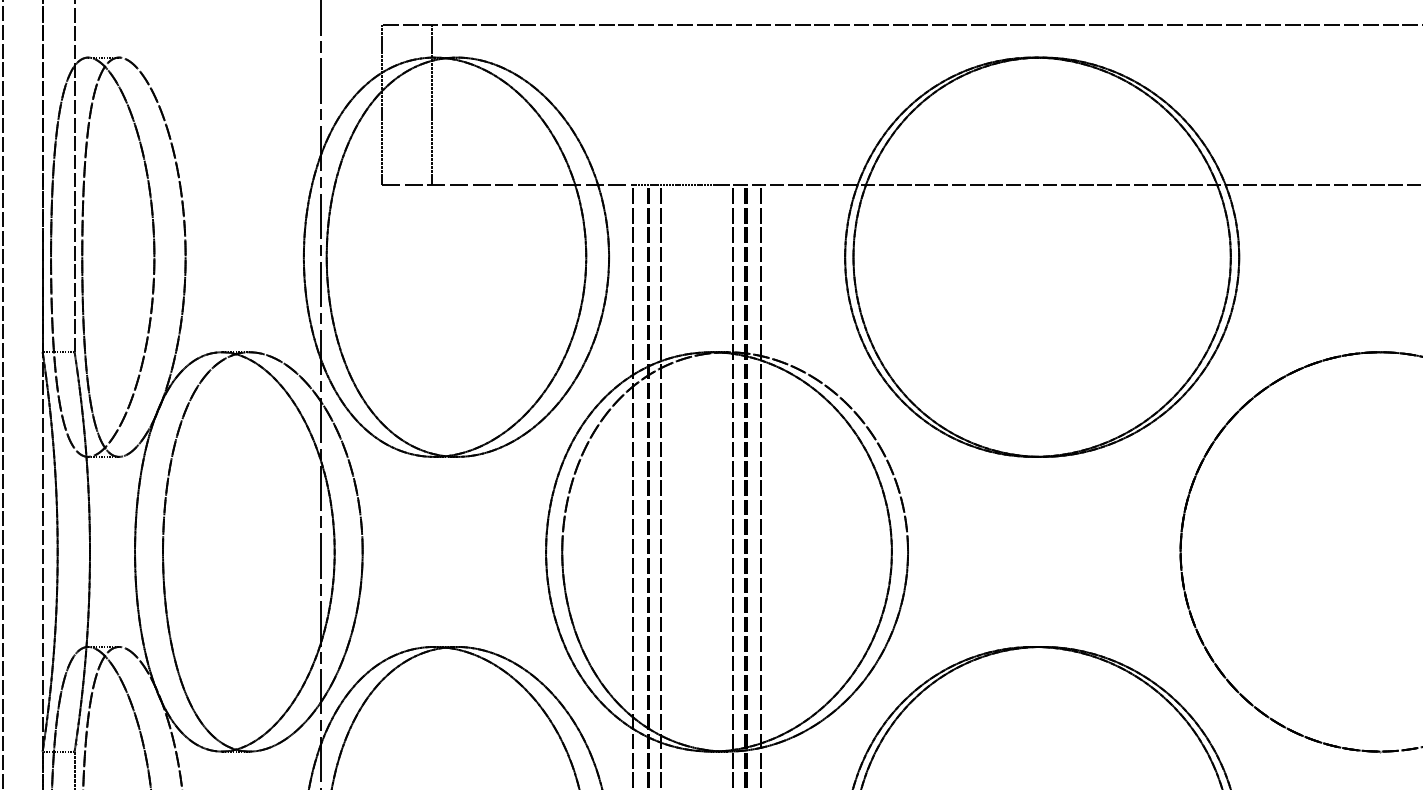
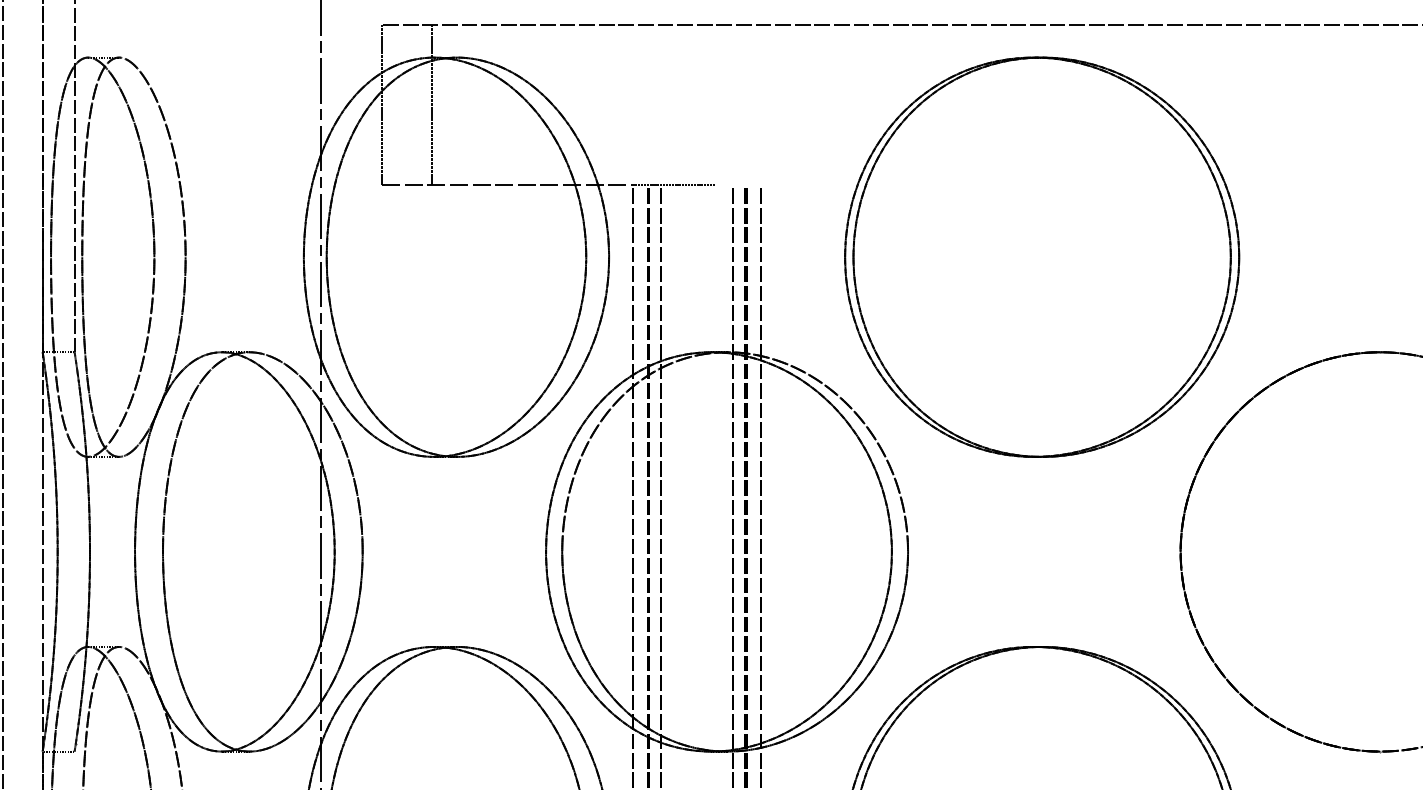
line at (1067, 184): present -> none
line at (74, 768): present -> none
